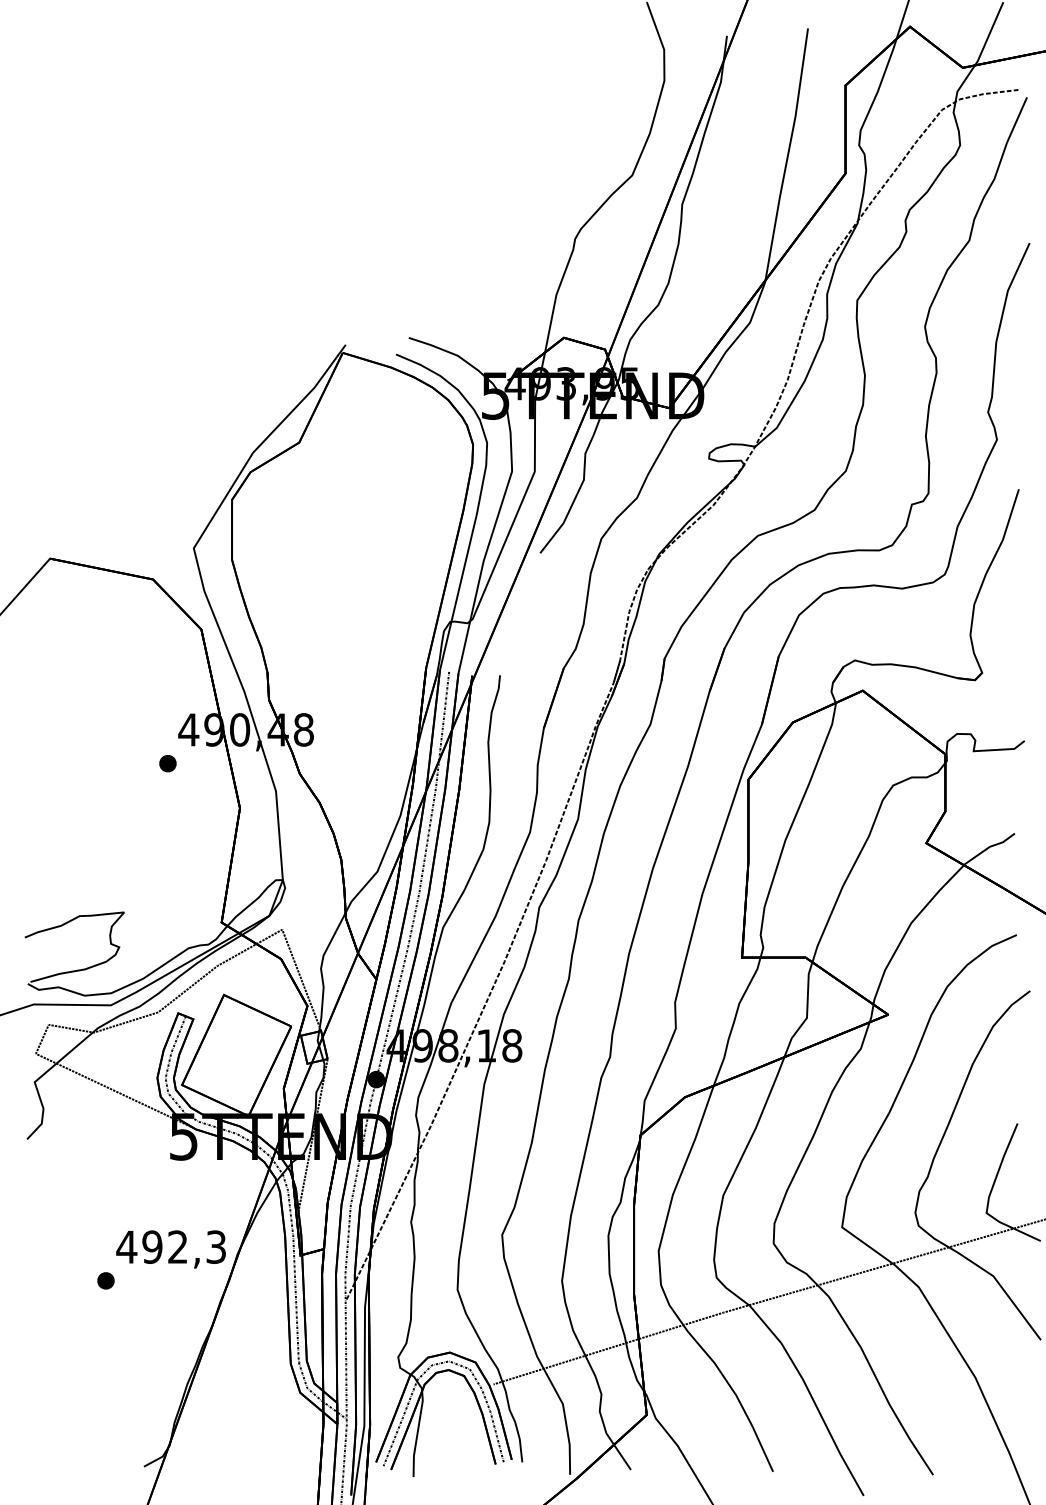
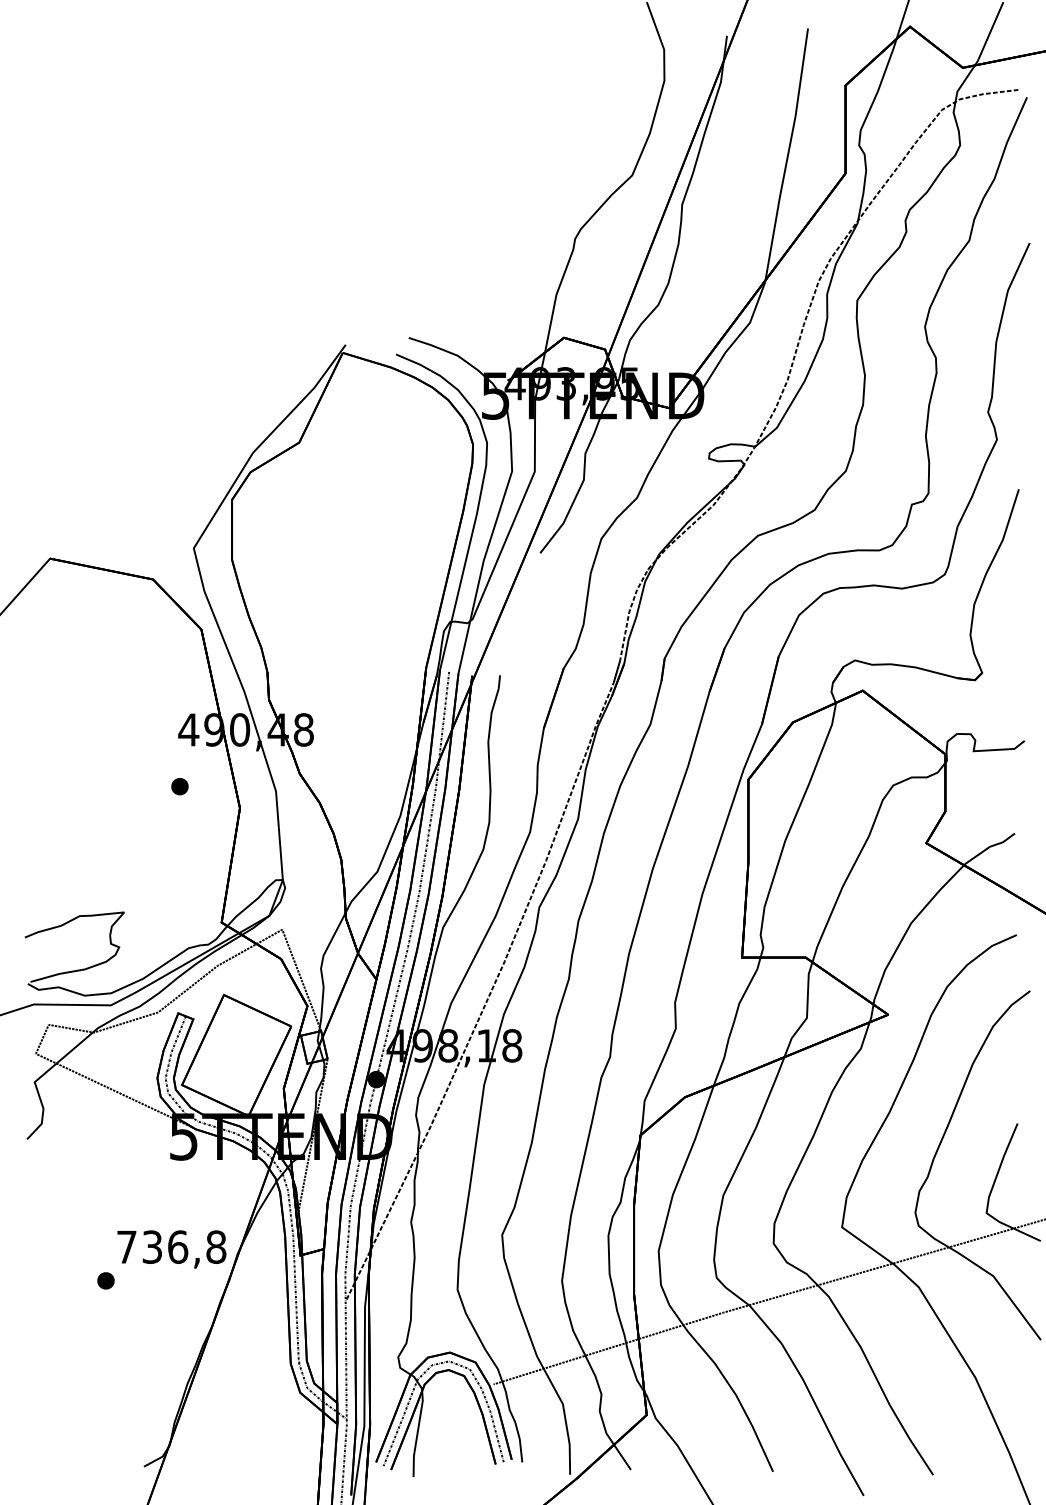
part at (167, 763) position: (167, 763) -> (179, 786)
text at (171, 1246): 492,3 -> 736,8
